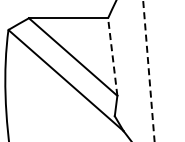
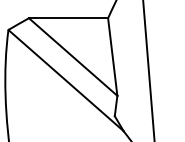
line at (112, 56): dashed -> solid
line at (148, 71): dashed -> solid
